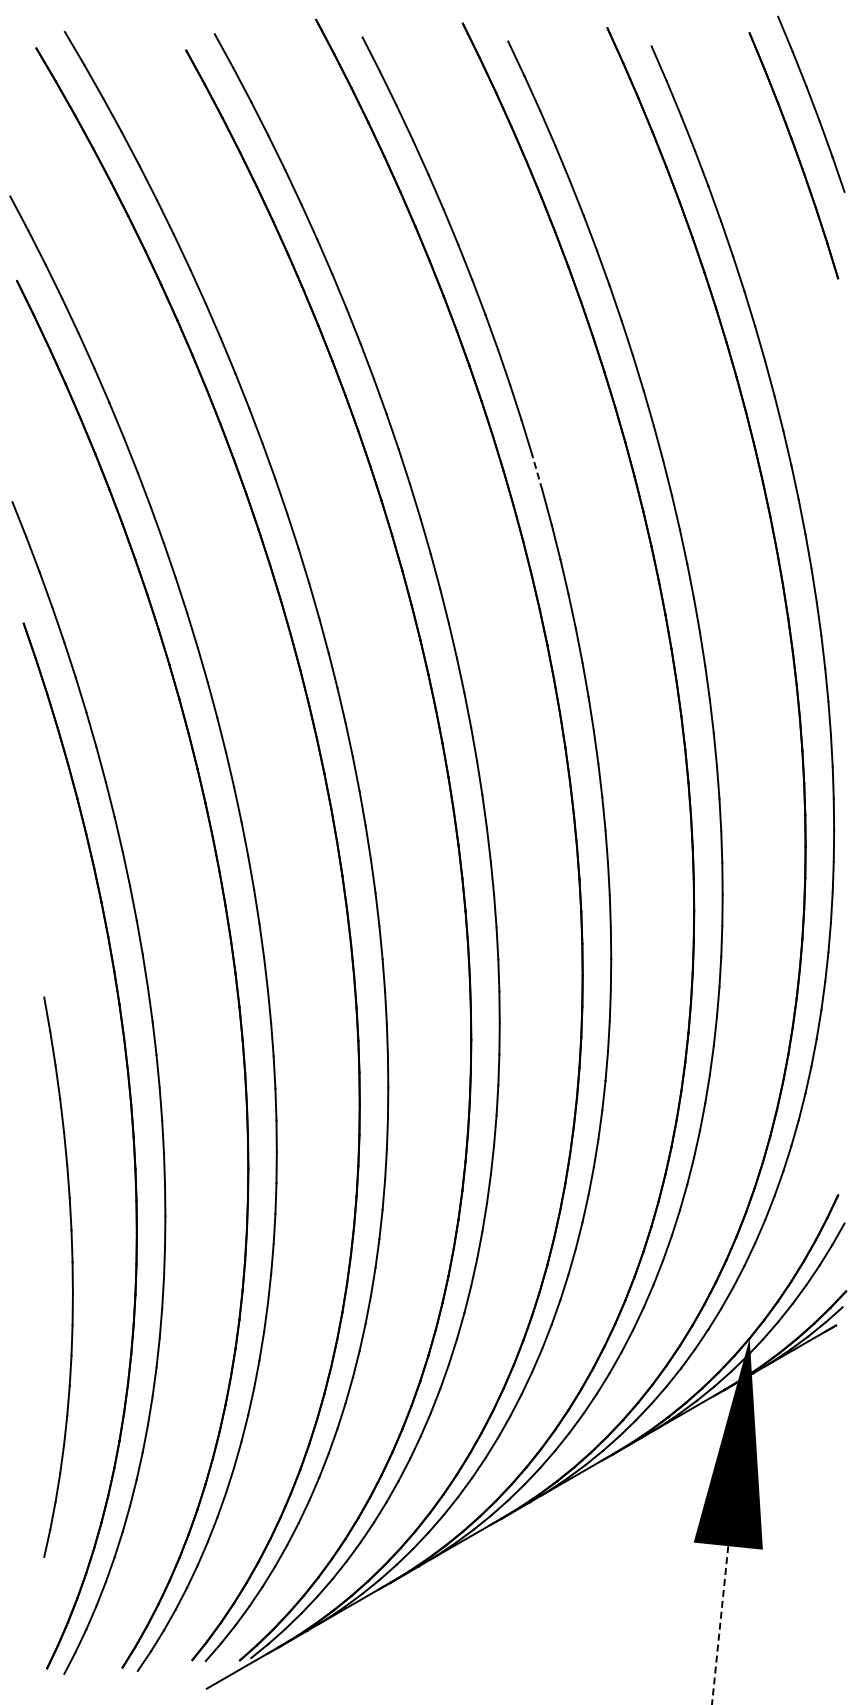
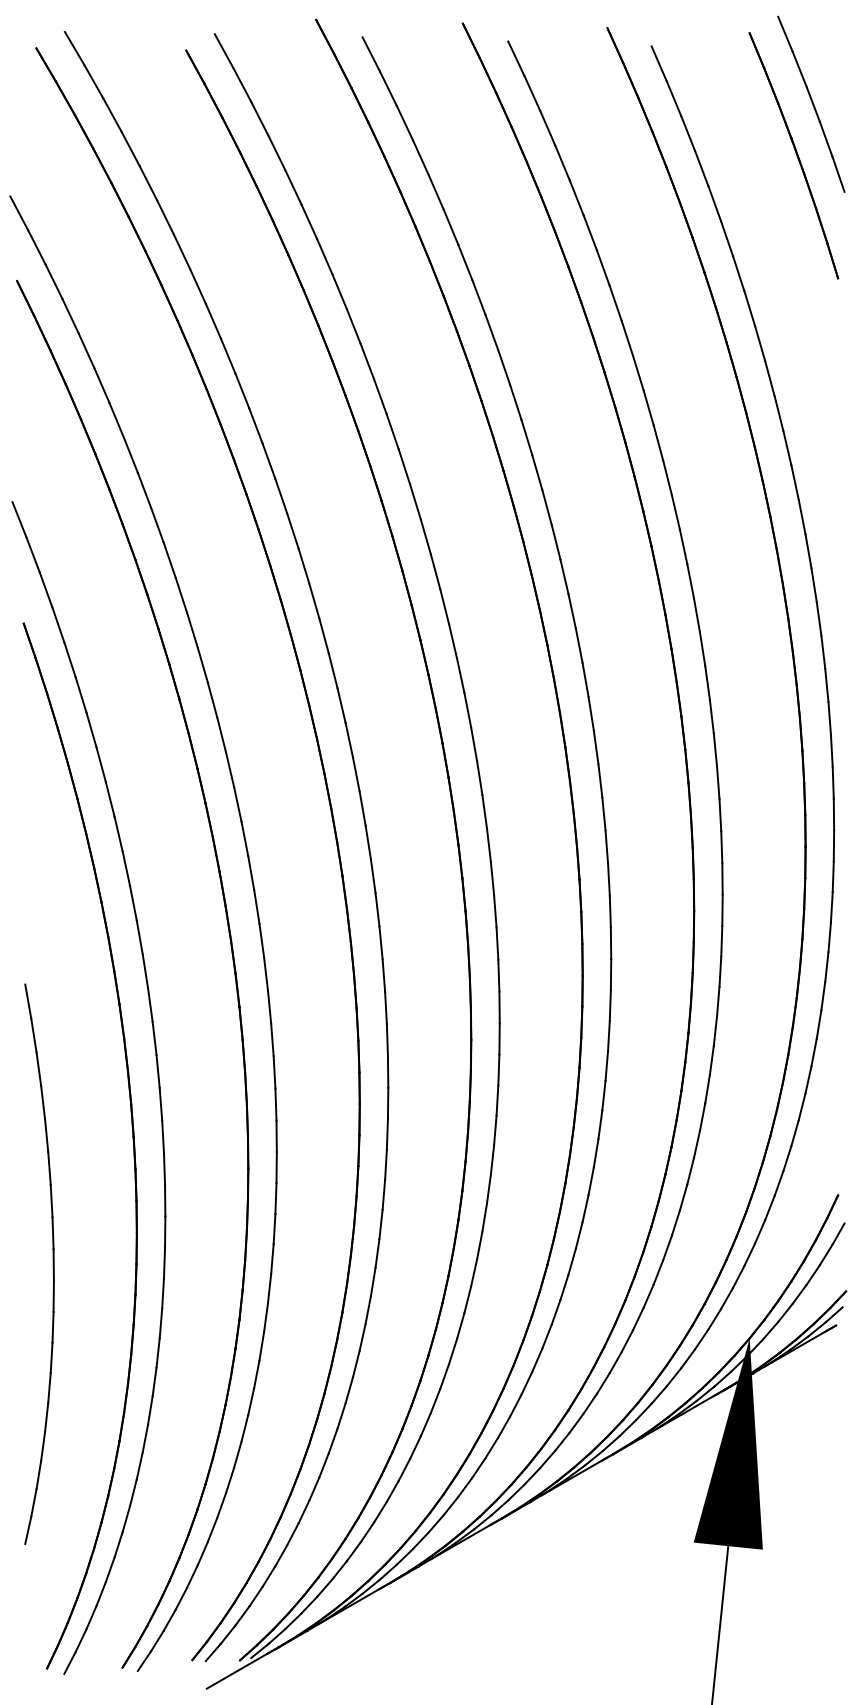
line at (537, 471): dashed -> solid
part at (71, 1276) position: (71, 1276) -> (52, 1263)
line at (720, 1625): dashed -> solid
